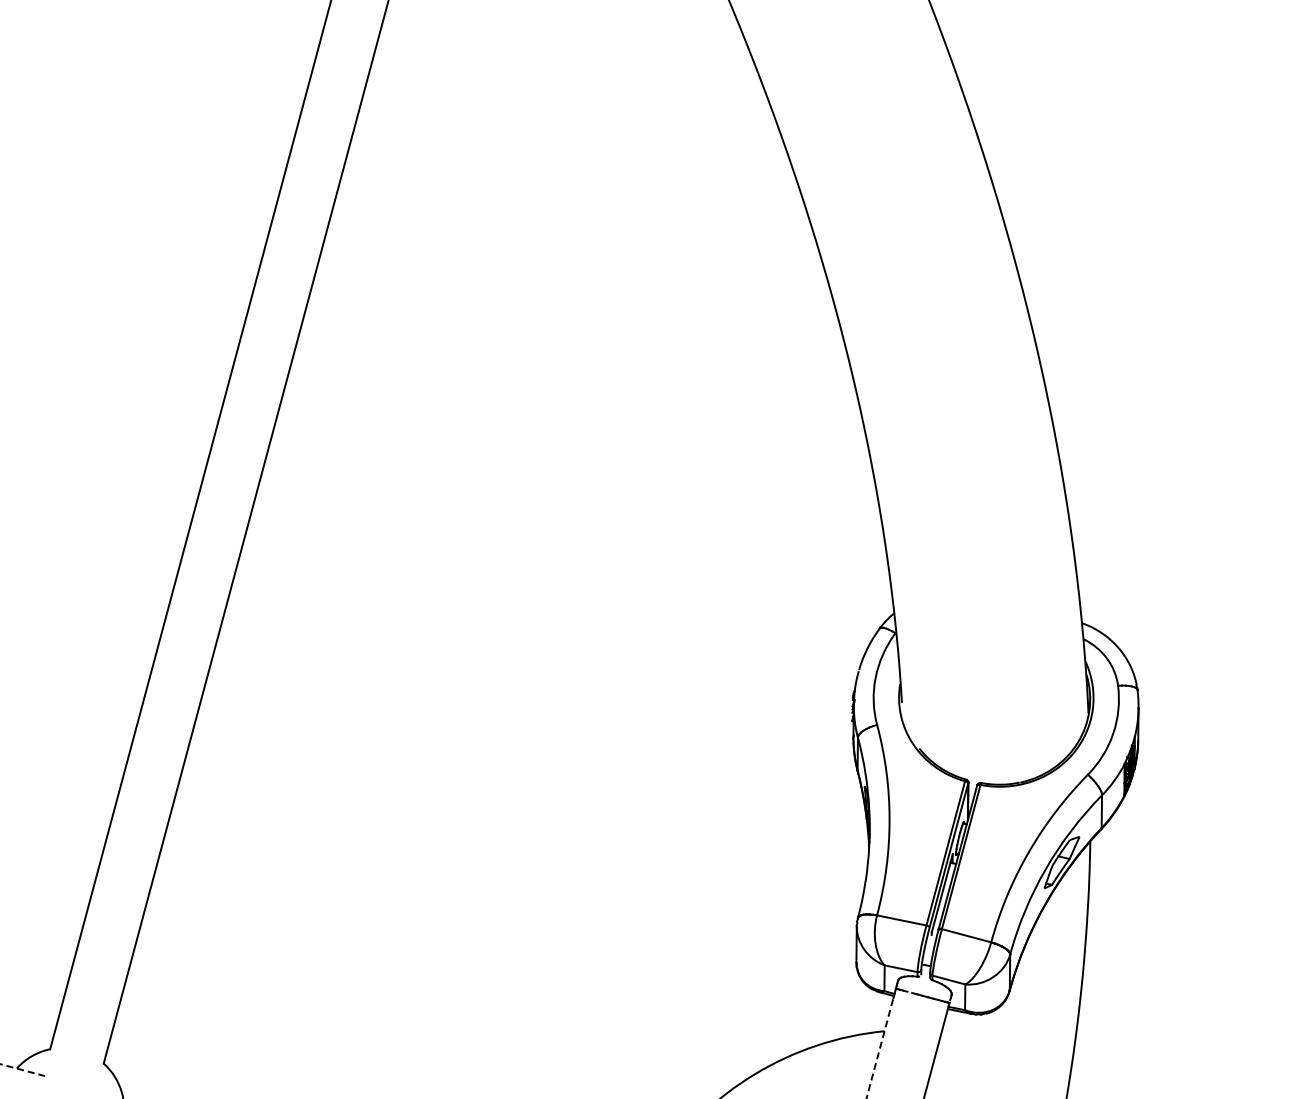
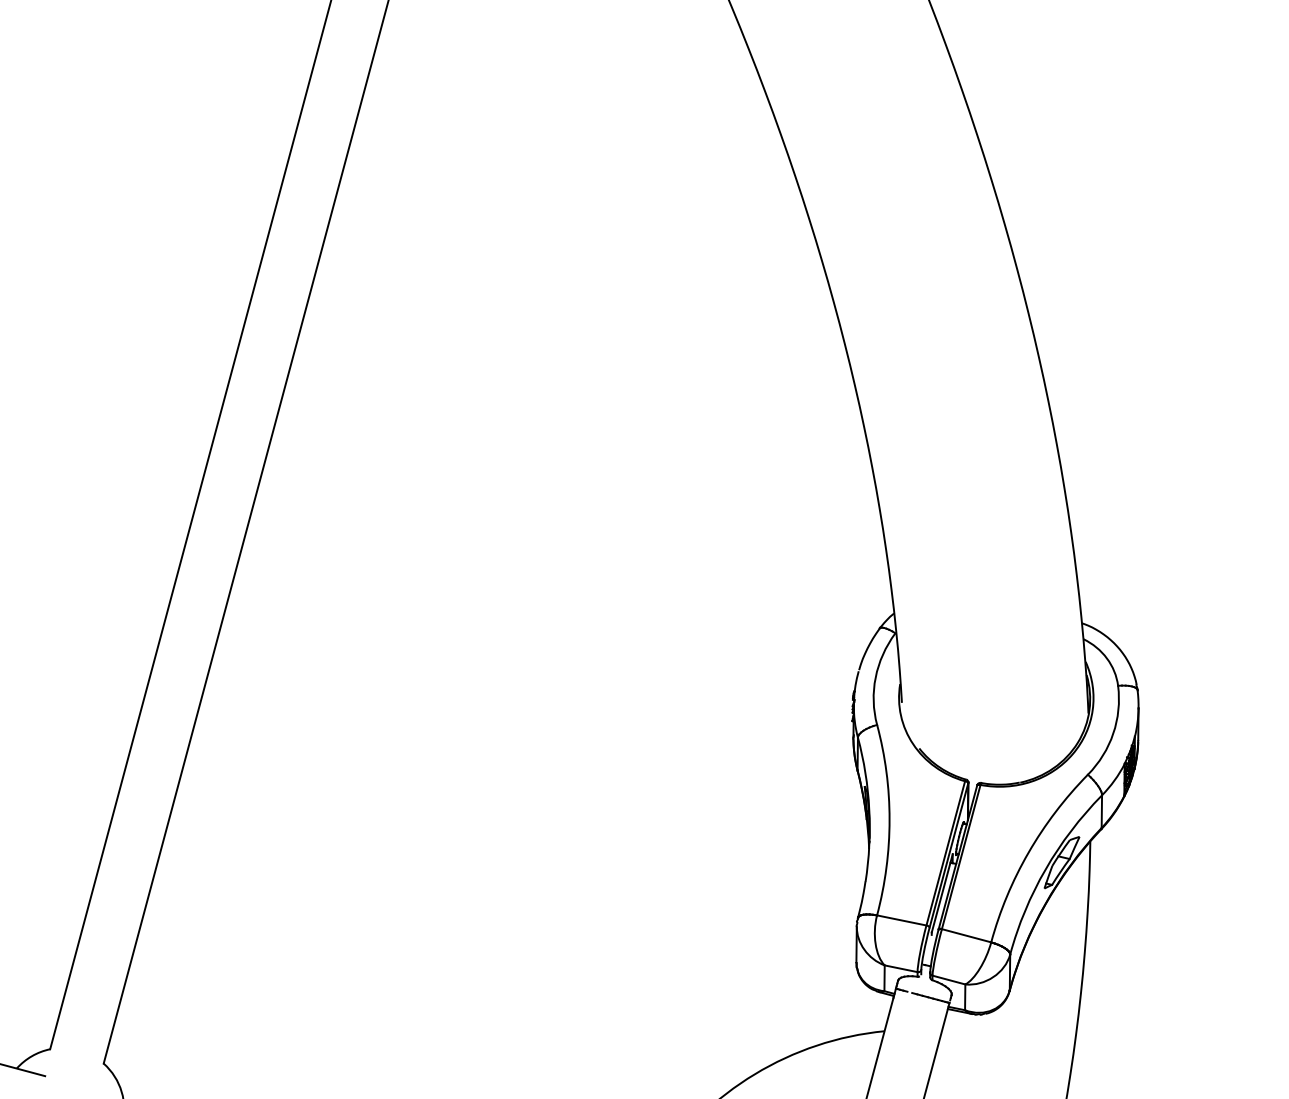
line at (881, 1043): dashed -> solid
line at (22, 1070): dashed -> solid
